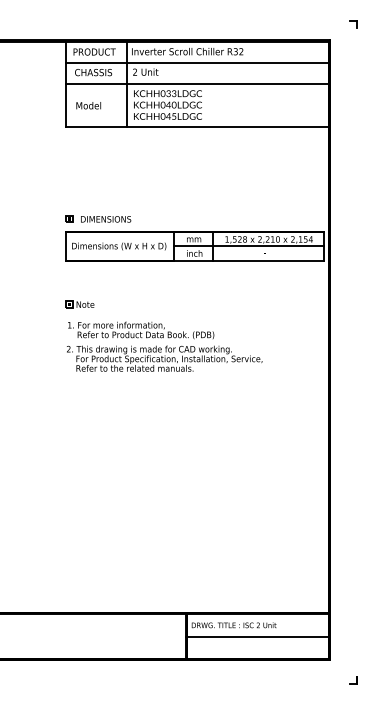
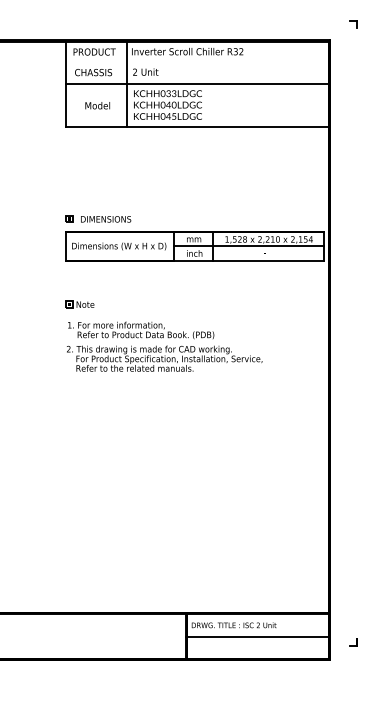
line at (197, 62): present -> none
text at (88, 105) position: (88, 105) -> (97, 105)
part at (353, 680) position: (353, 680) -> (353, 642)
